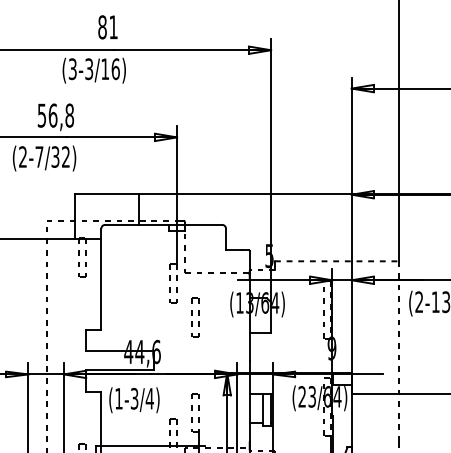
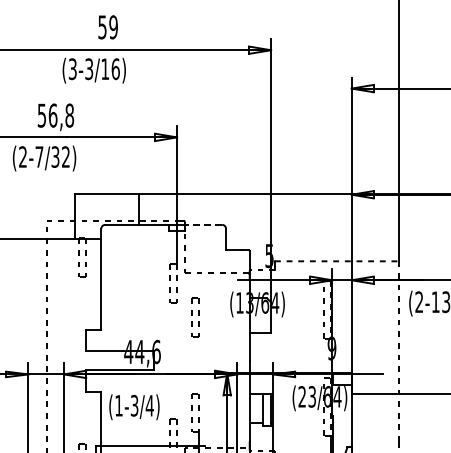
text at (107, 27): 81 -> 59
line at (203, 224): solid -> dashed
text at (134, 400) position: (134, 400) -> (134, 407)
